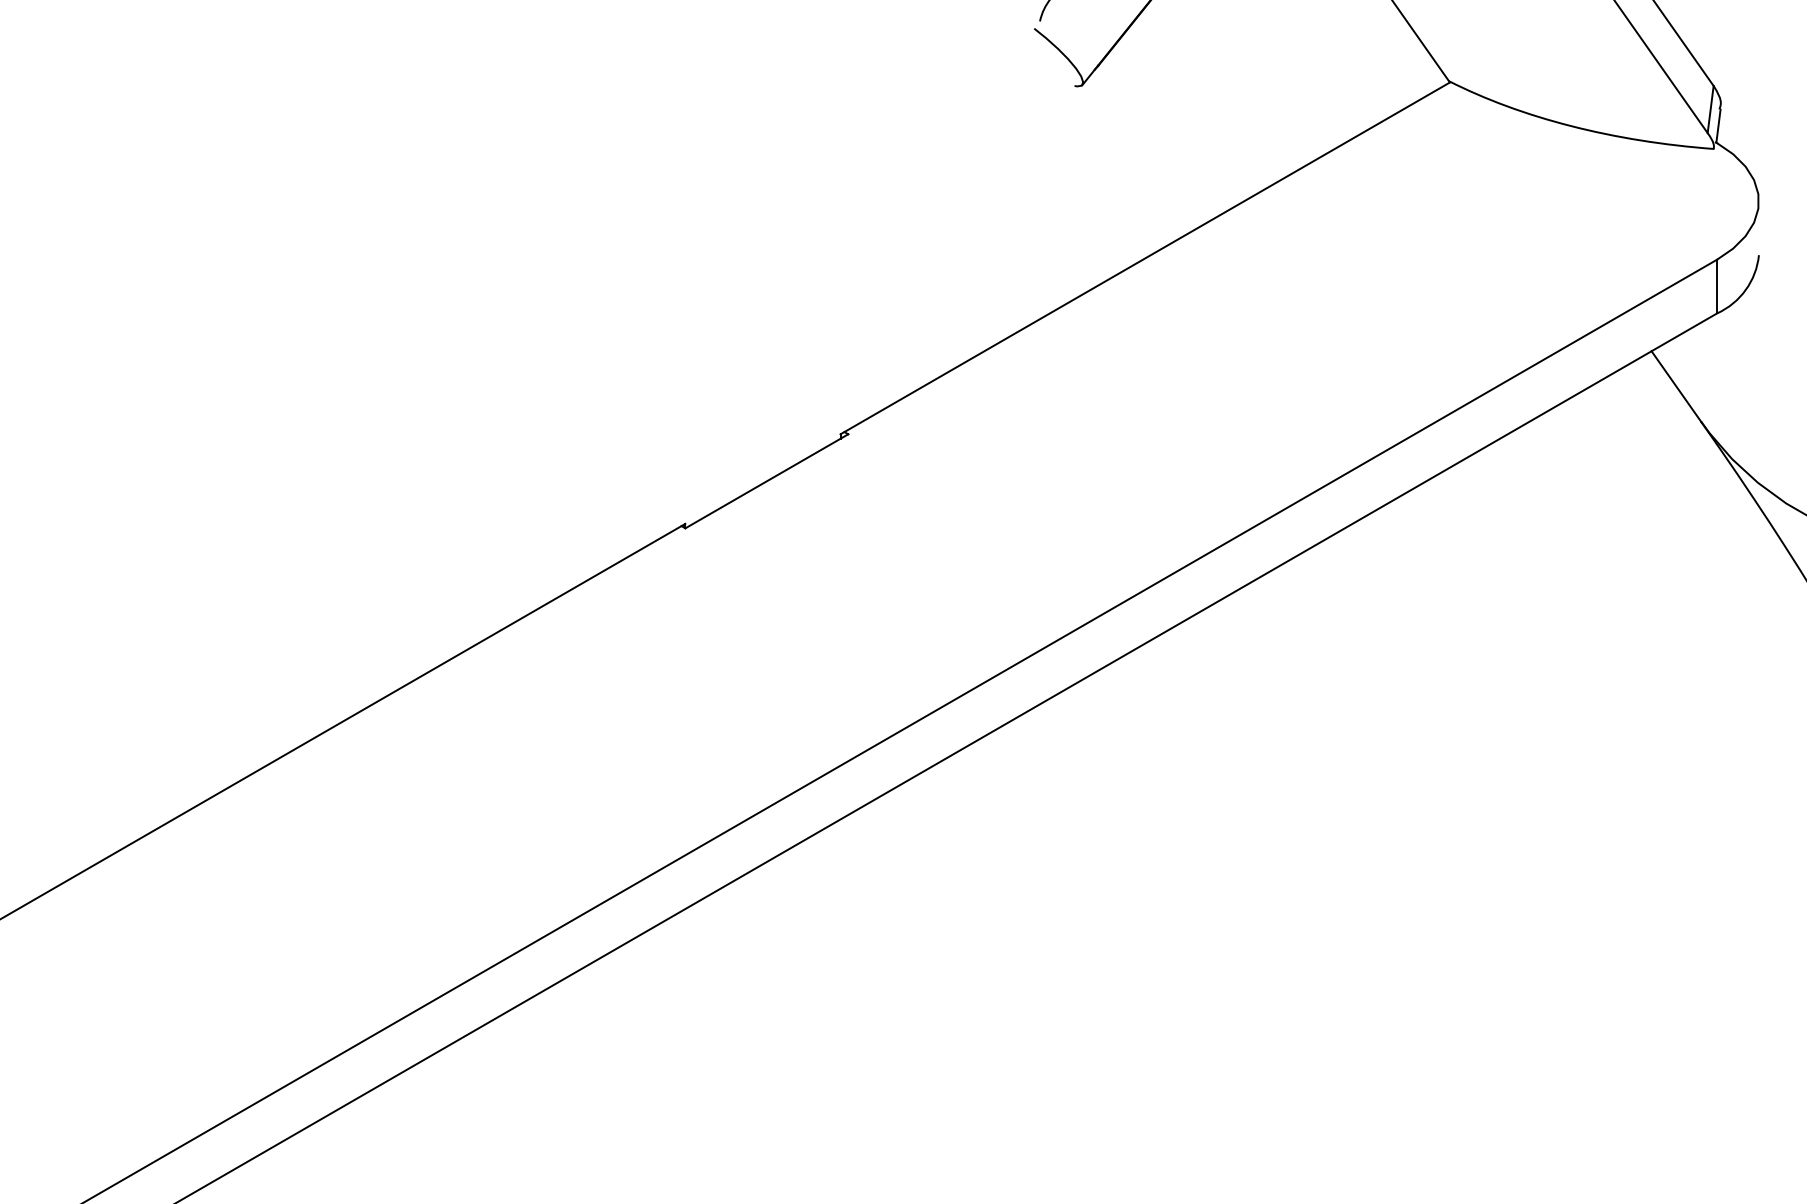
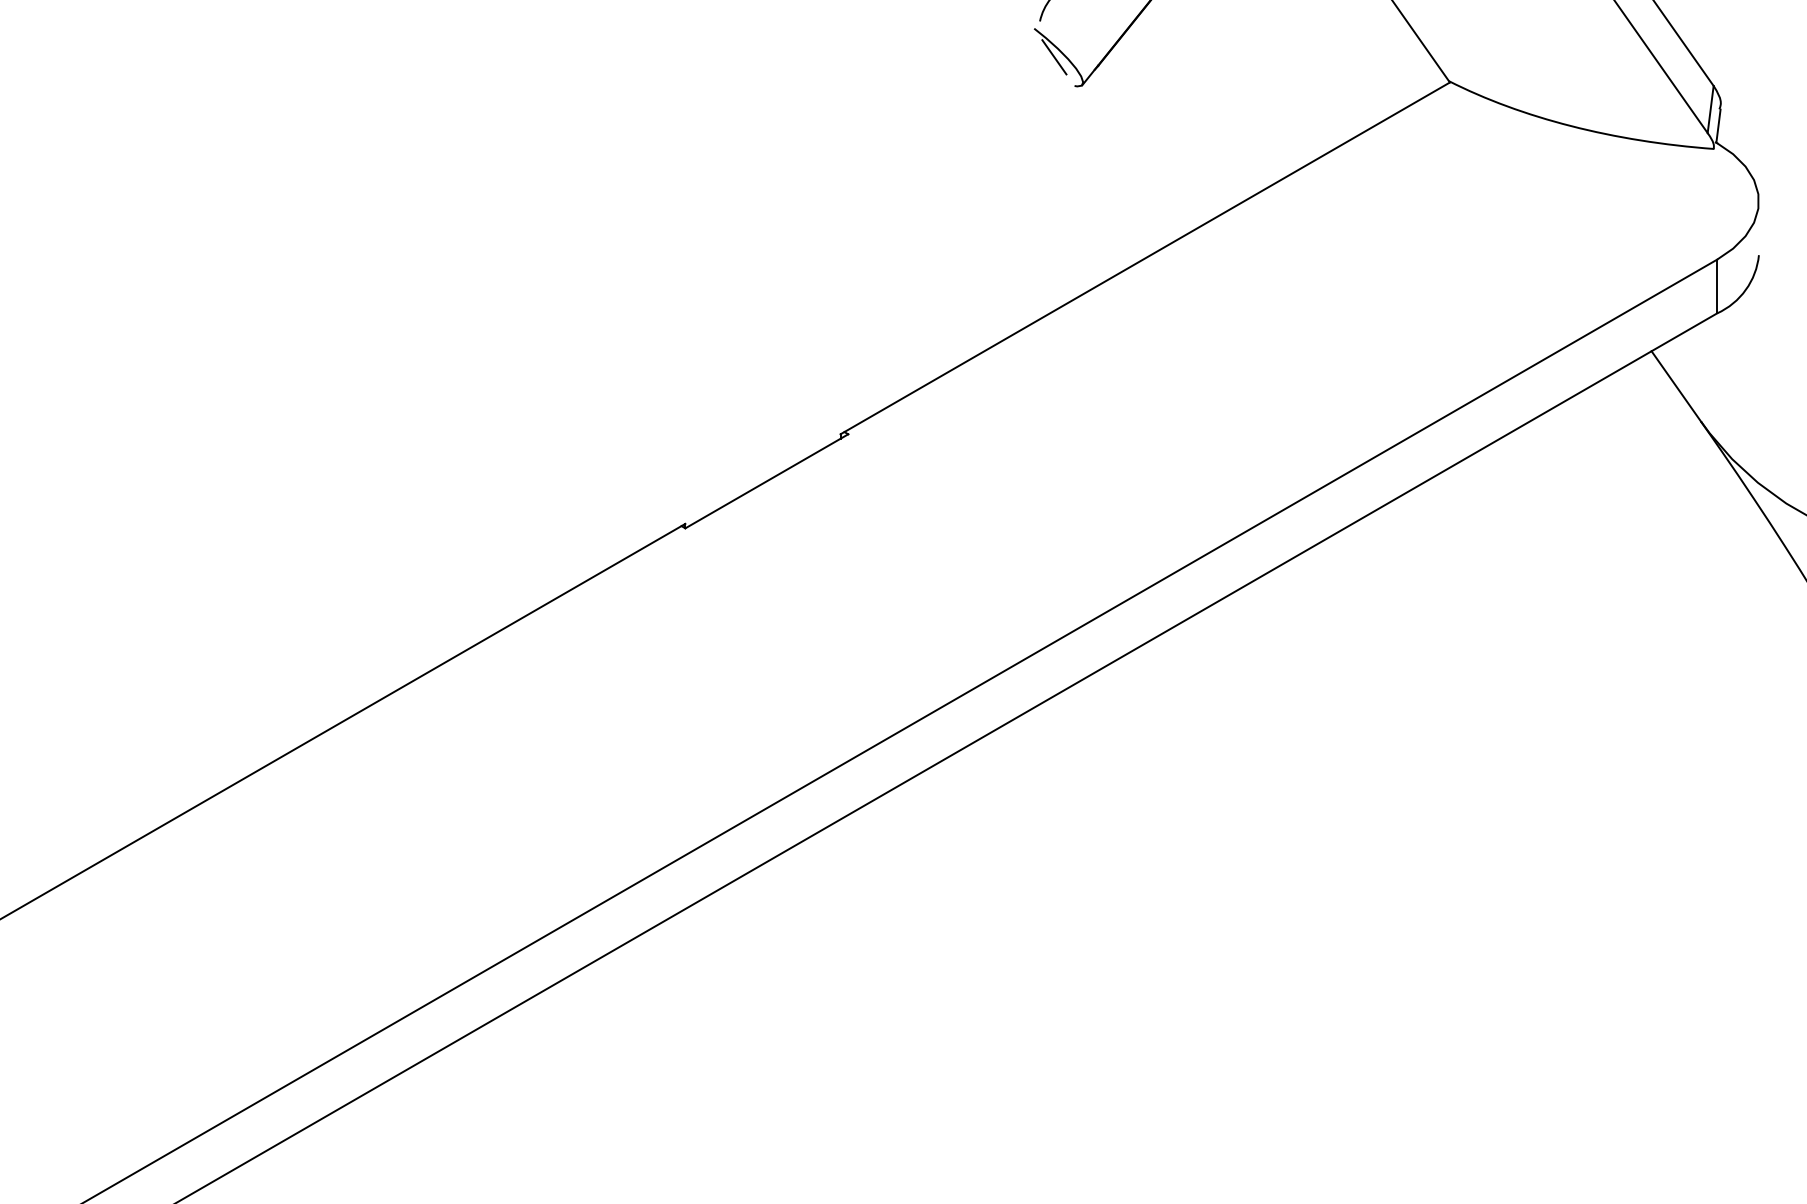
line at (1054, 57): none -> present
